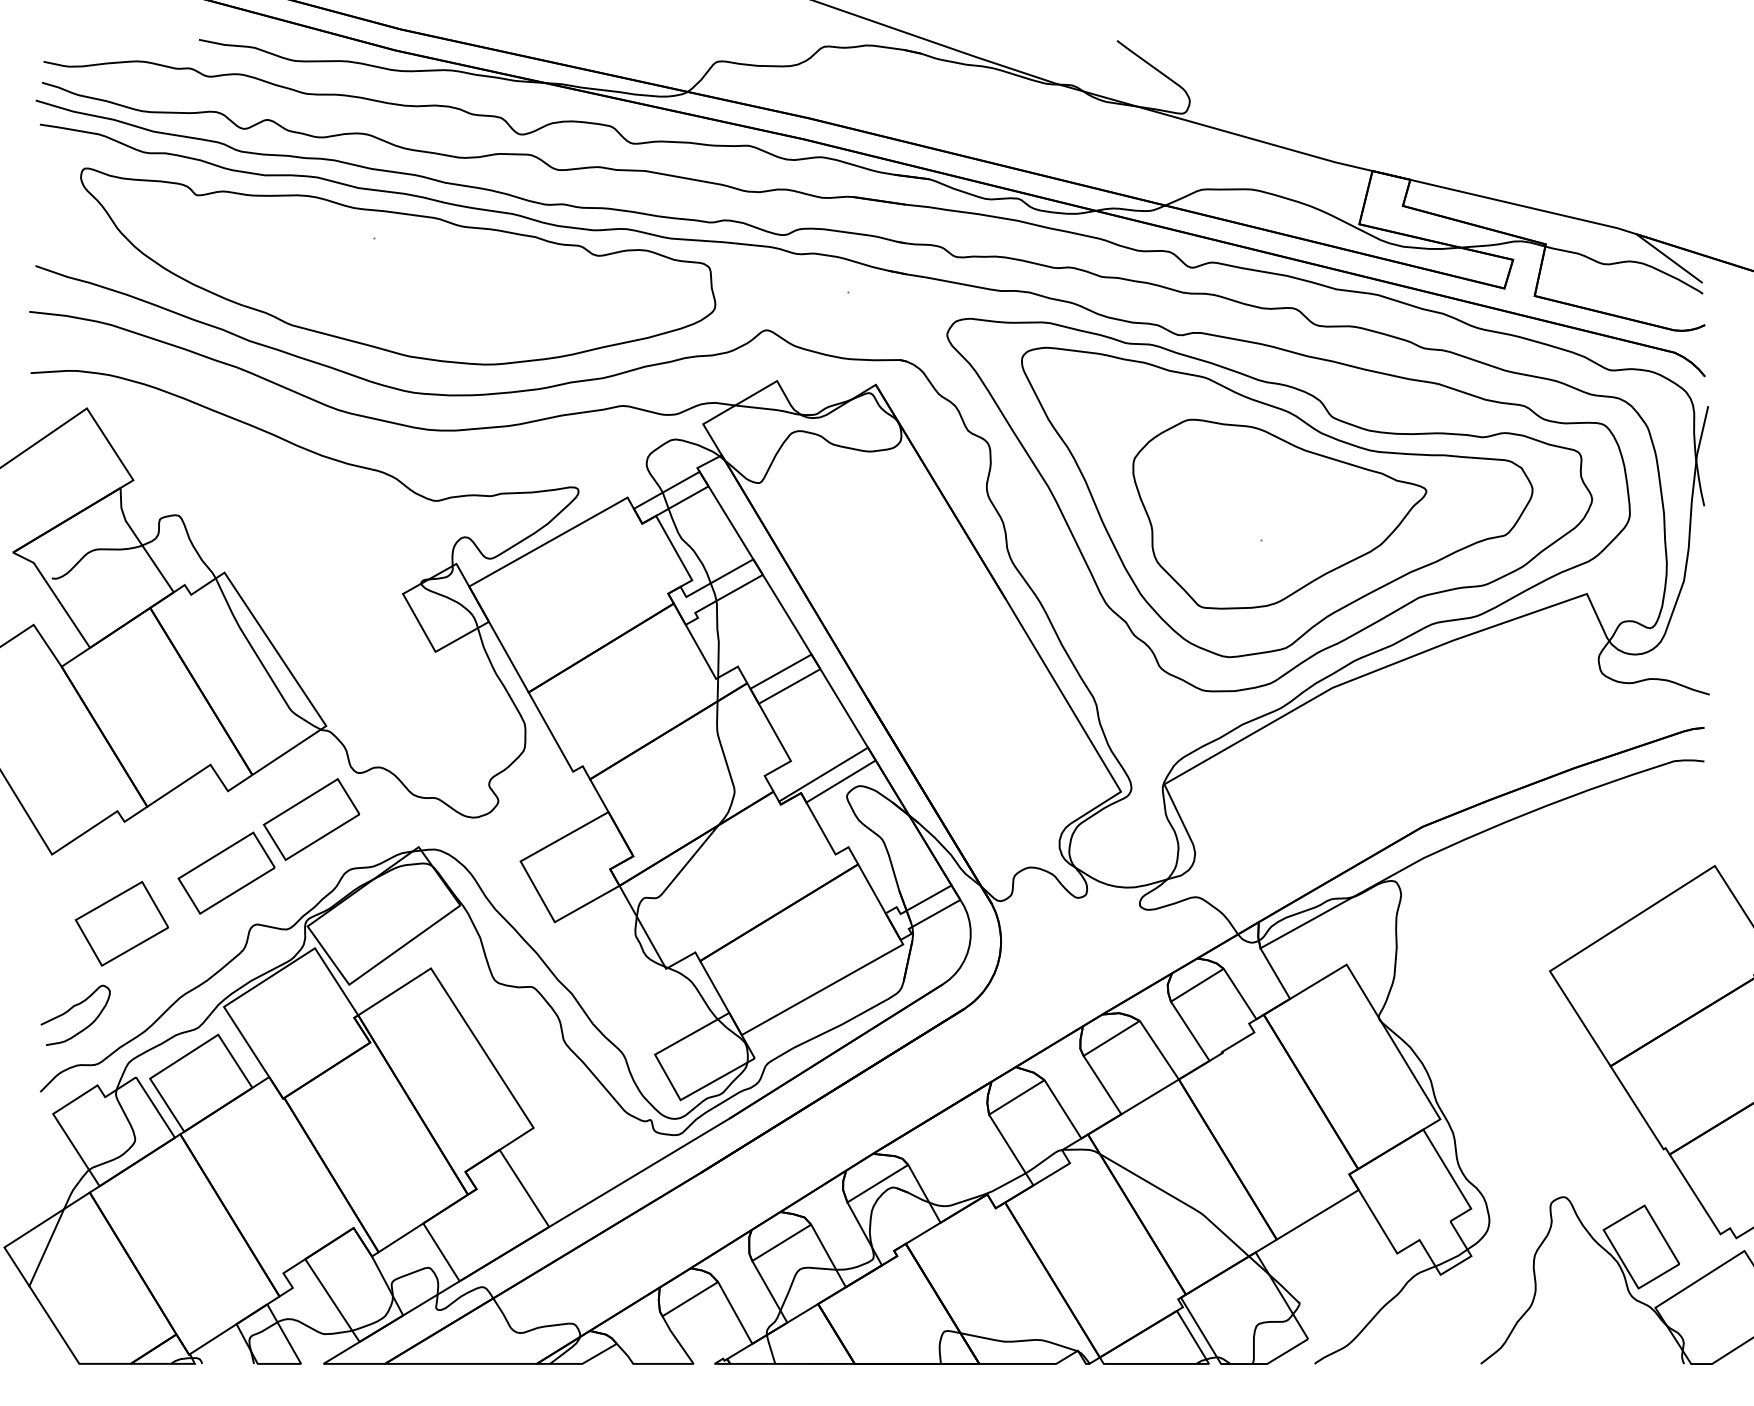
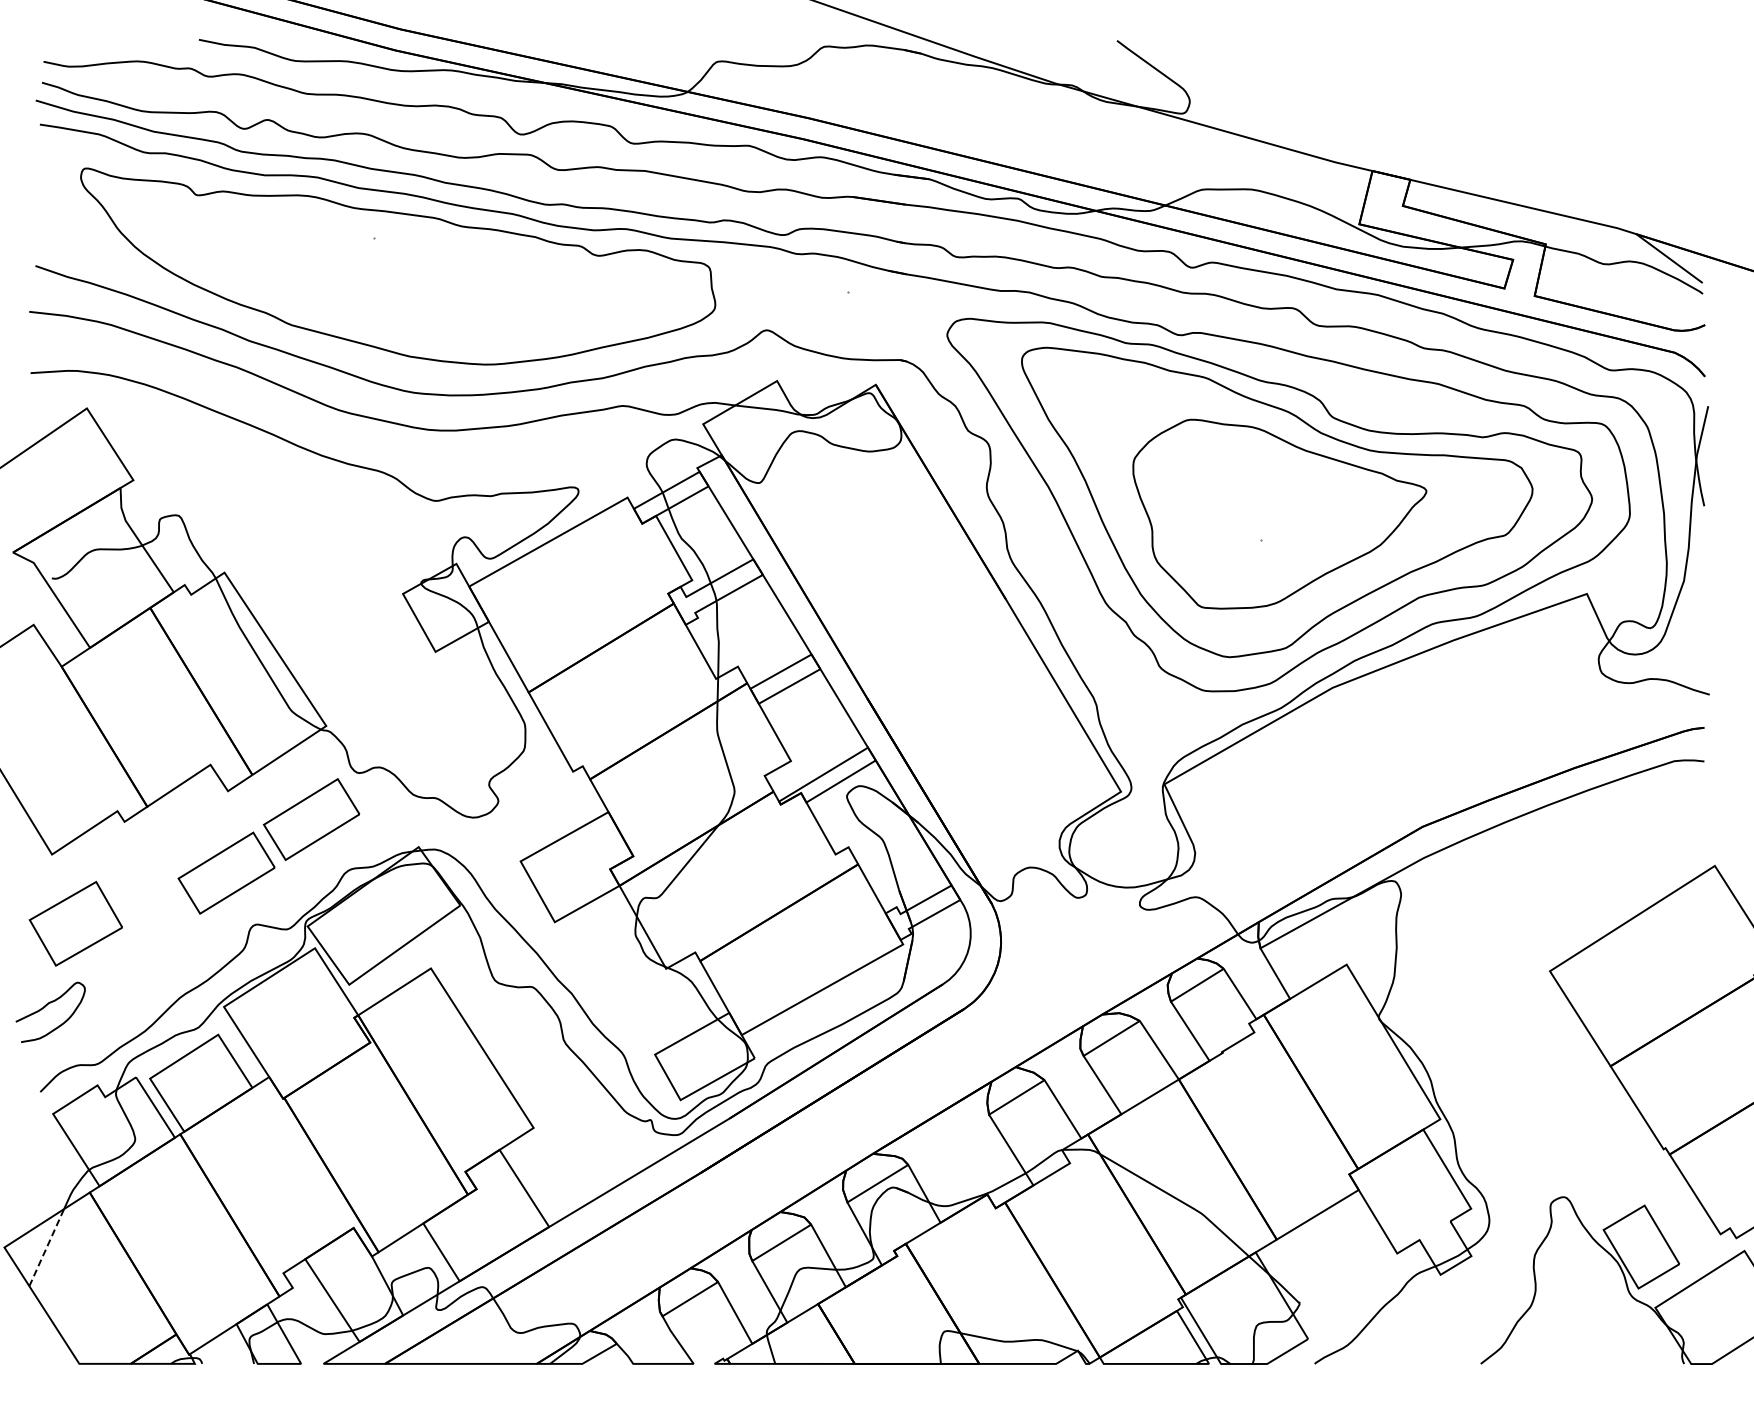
part at (121, 923) position: (121, 923) -> (75, 923)
curve at (71, 1009) position: (71, 1009) -> (46, 1006)
line at (46, 1247): solid -> dashed
